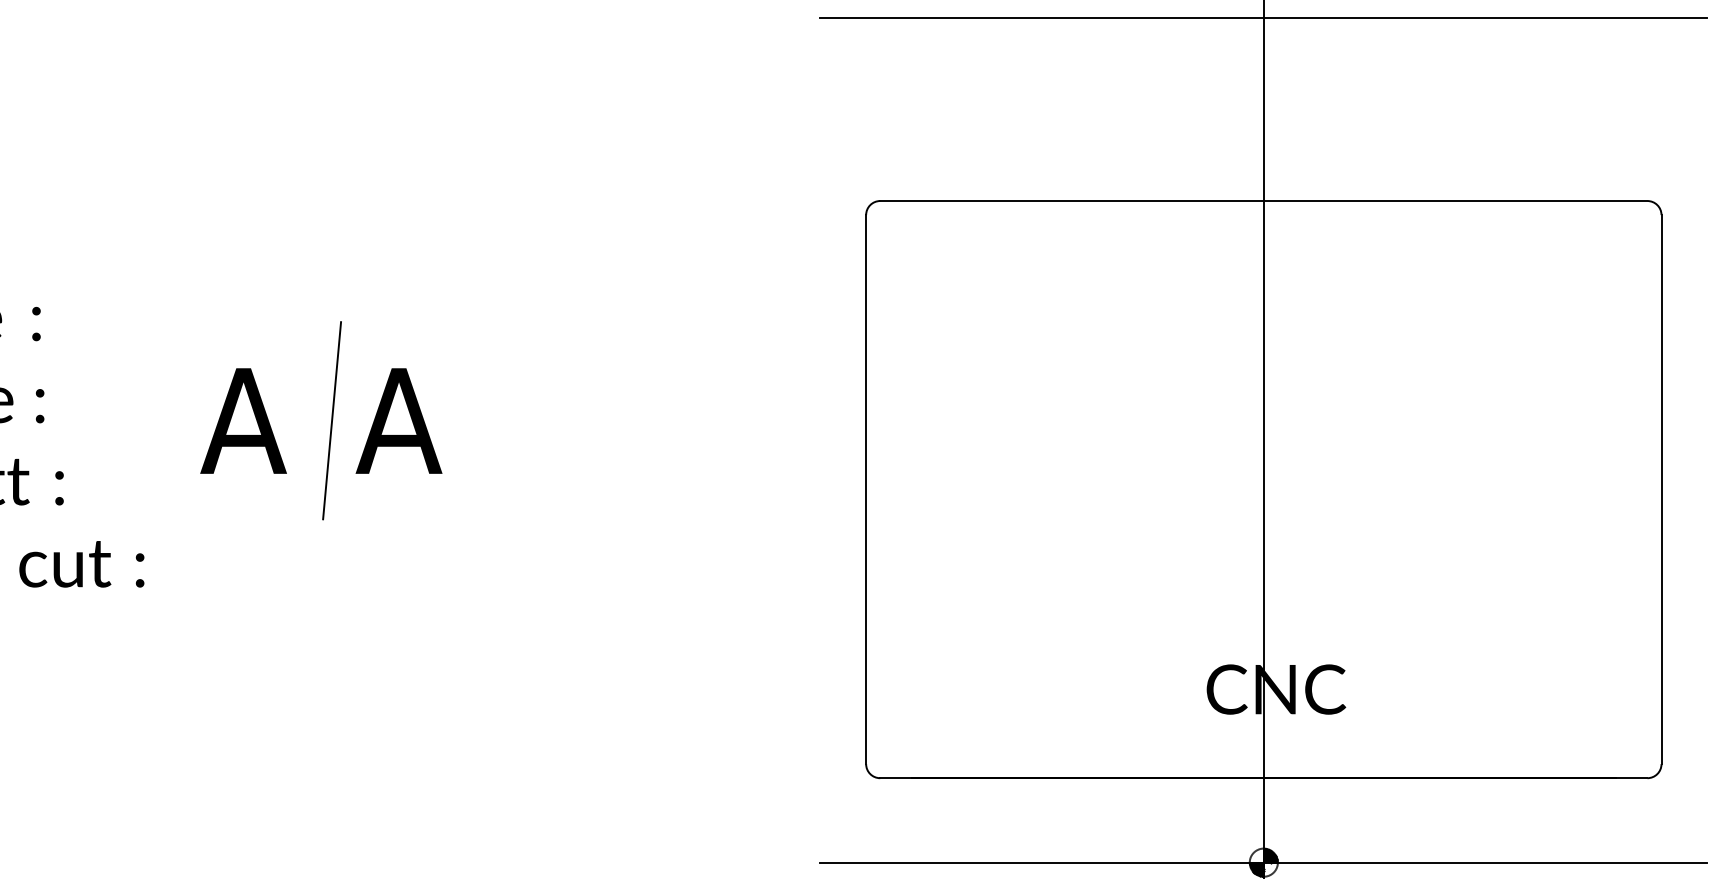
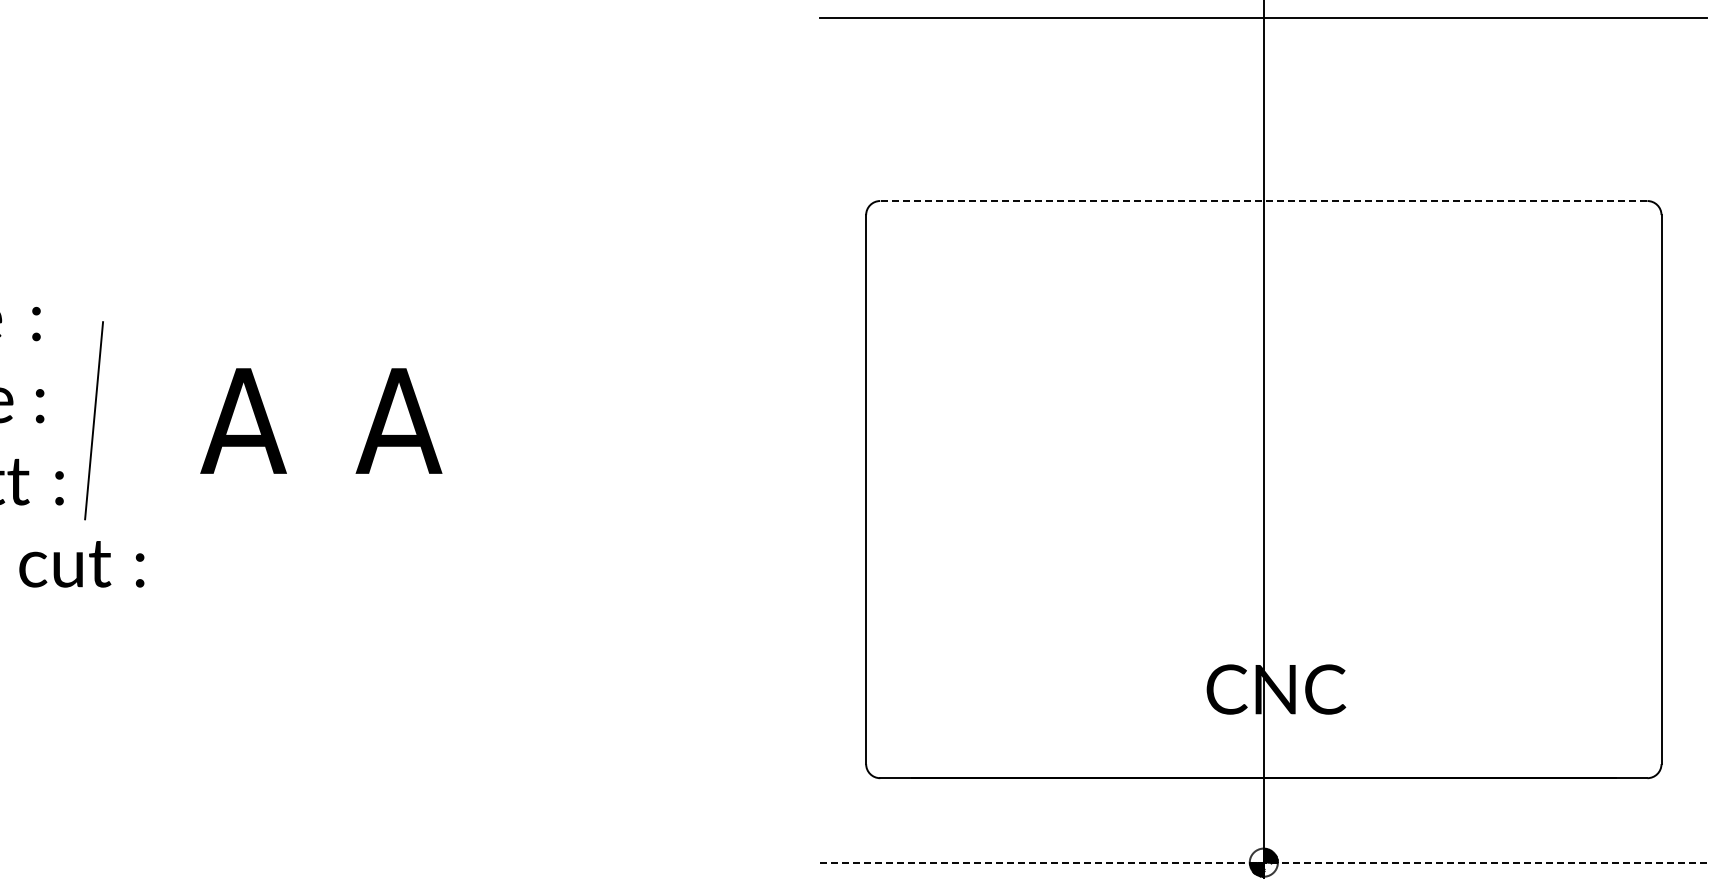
line at (1263, 201): solid -> dashed
line at (331, 420) position: (331, 420) -> (93, 420)
line at (1263, 862): solid -> dashed
